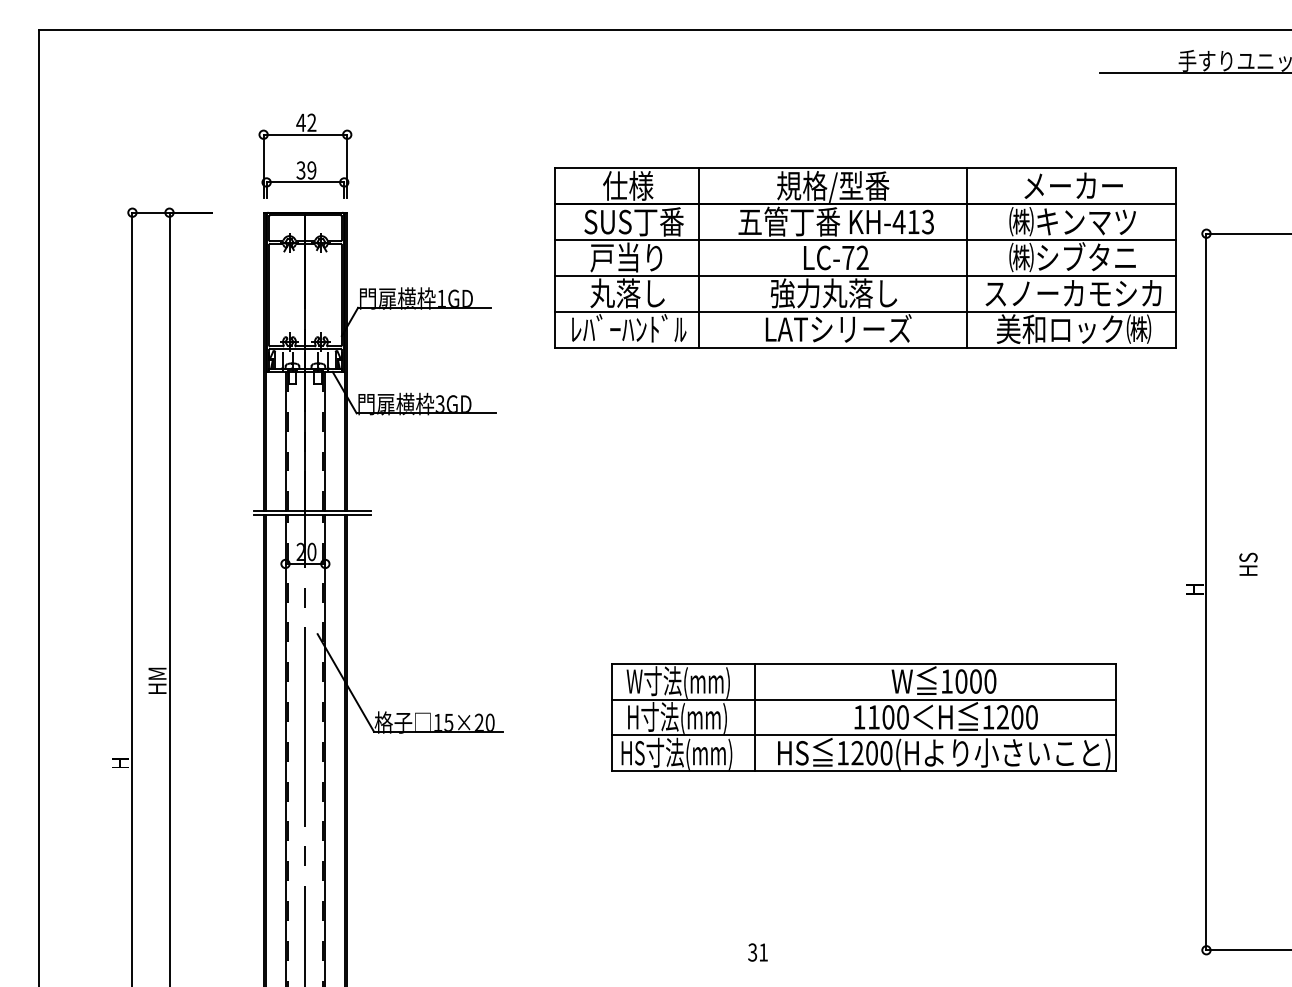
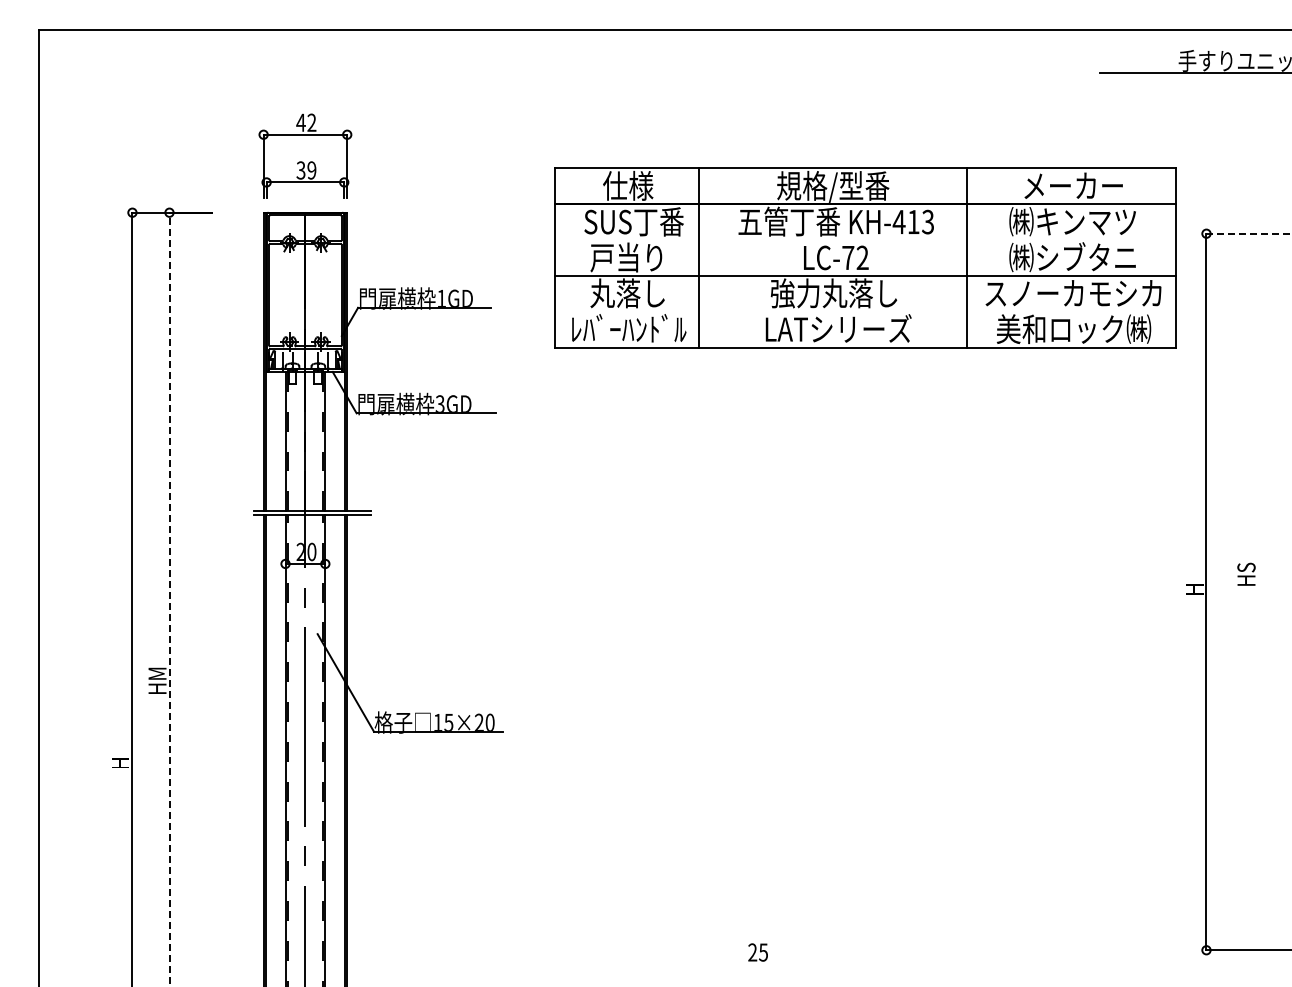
line at (1249, 233): solid -> dashed
line at (865, 240): present -> none
line at (865, 311): present -> none
text at (1248, 563) position: (1248, 563) -> (1246, 573)
line at (169, 599): solid -> dashed
part at (863, 717): present -> none
text at (757, 952): 31 -> 25
